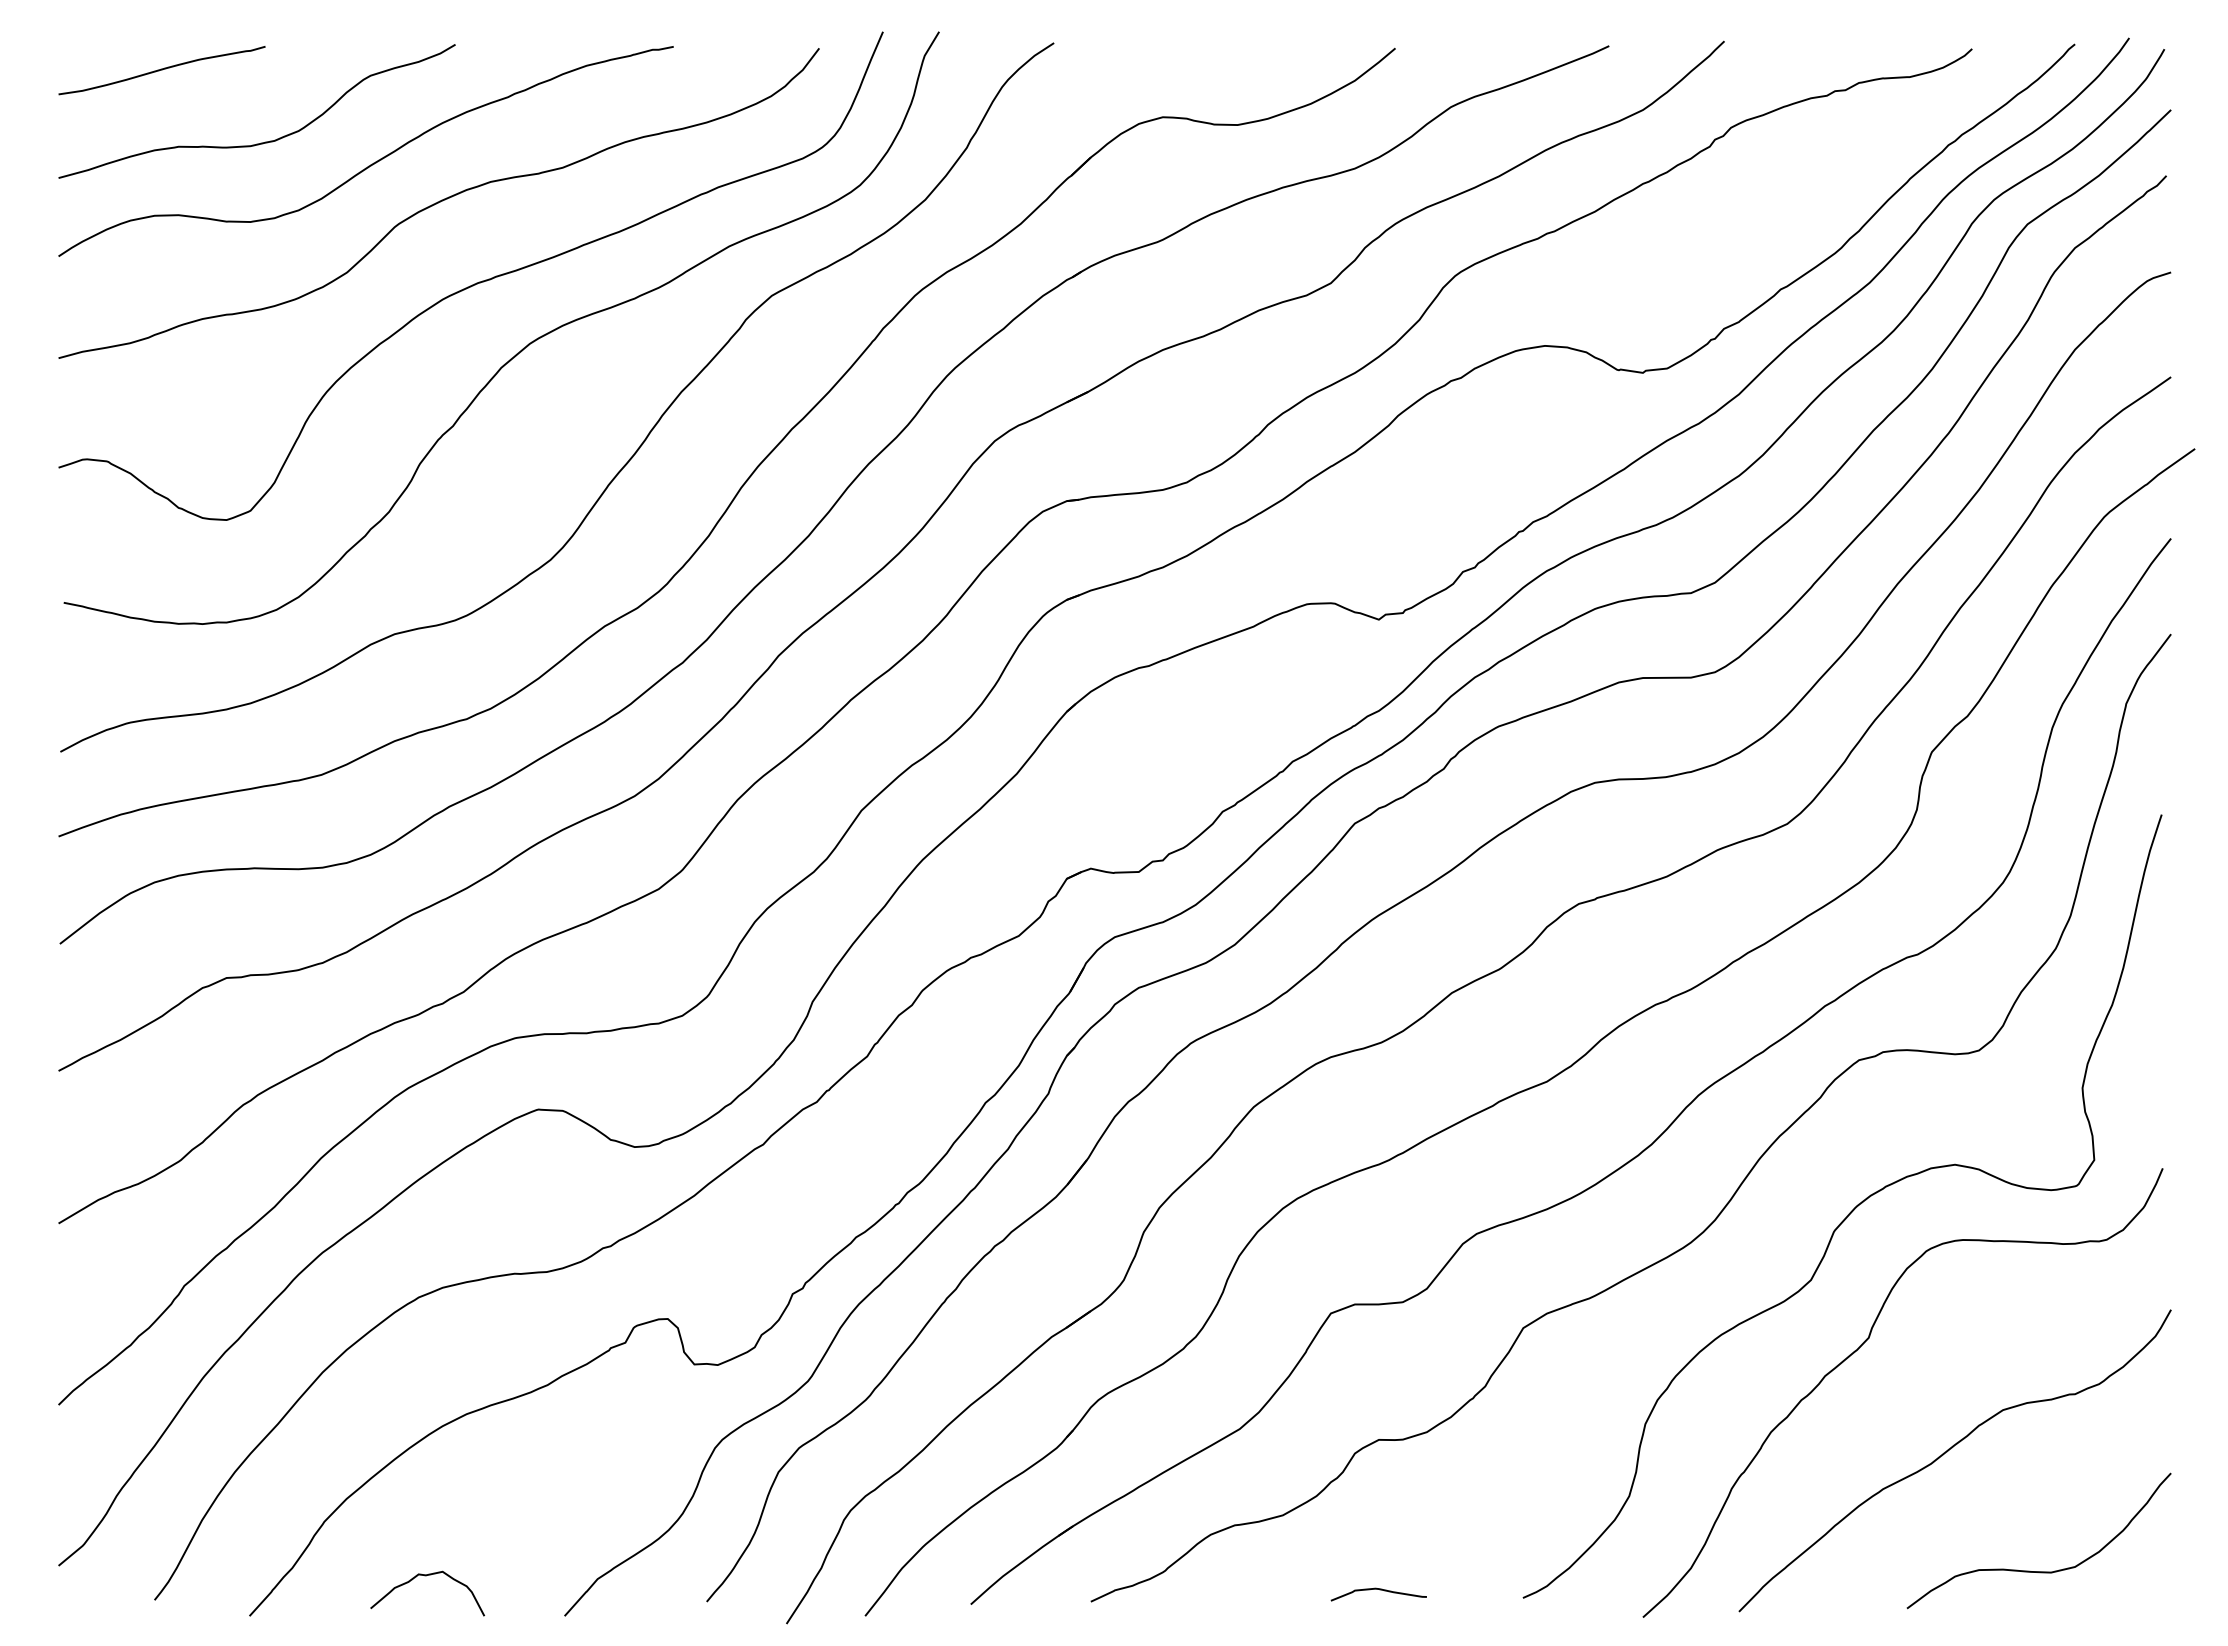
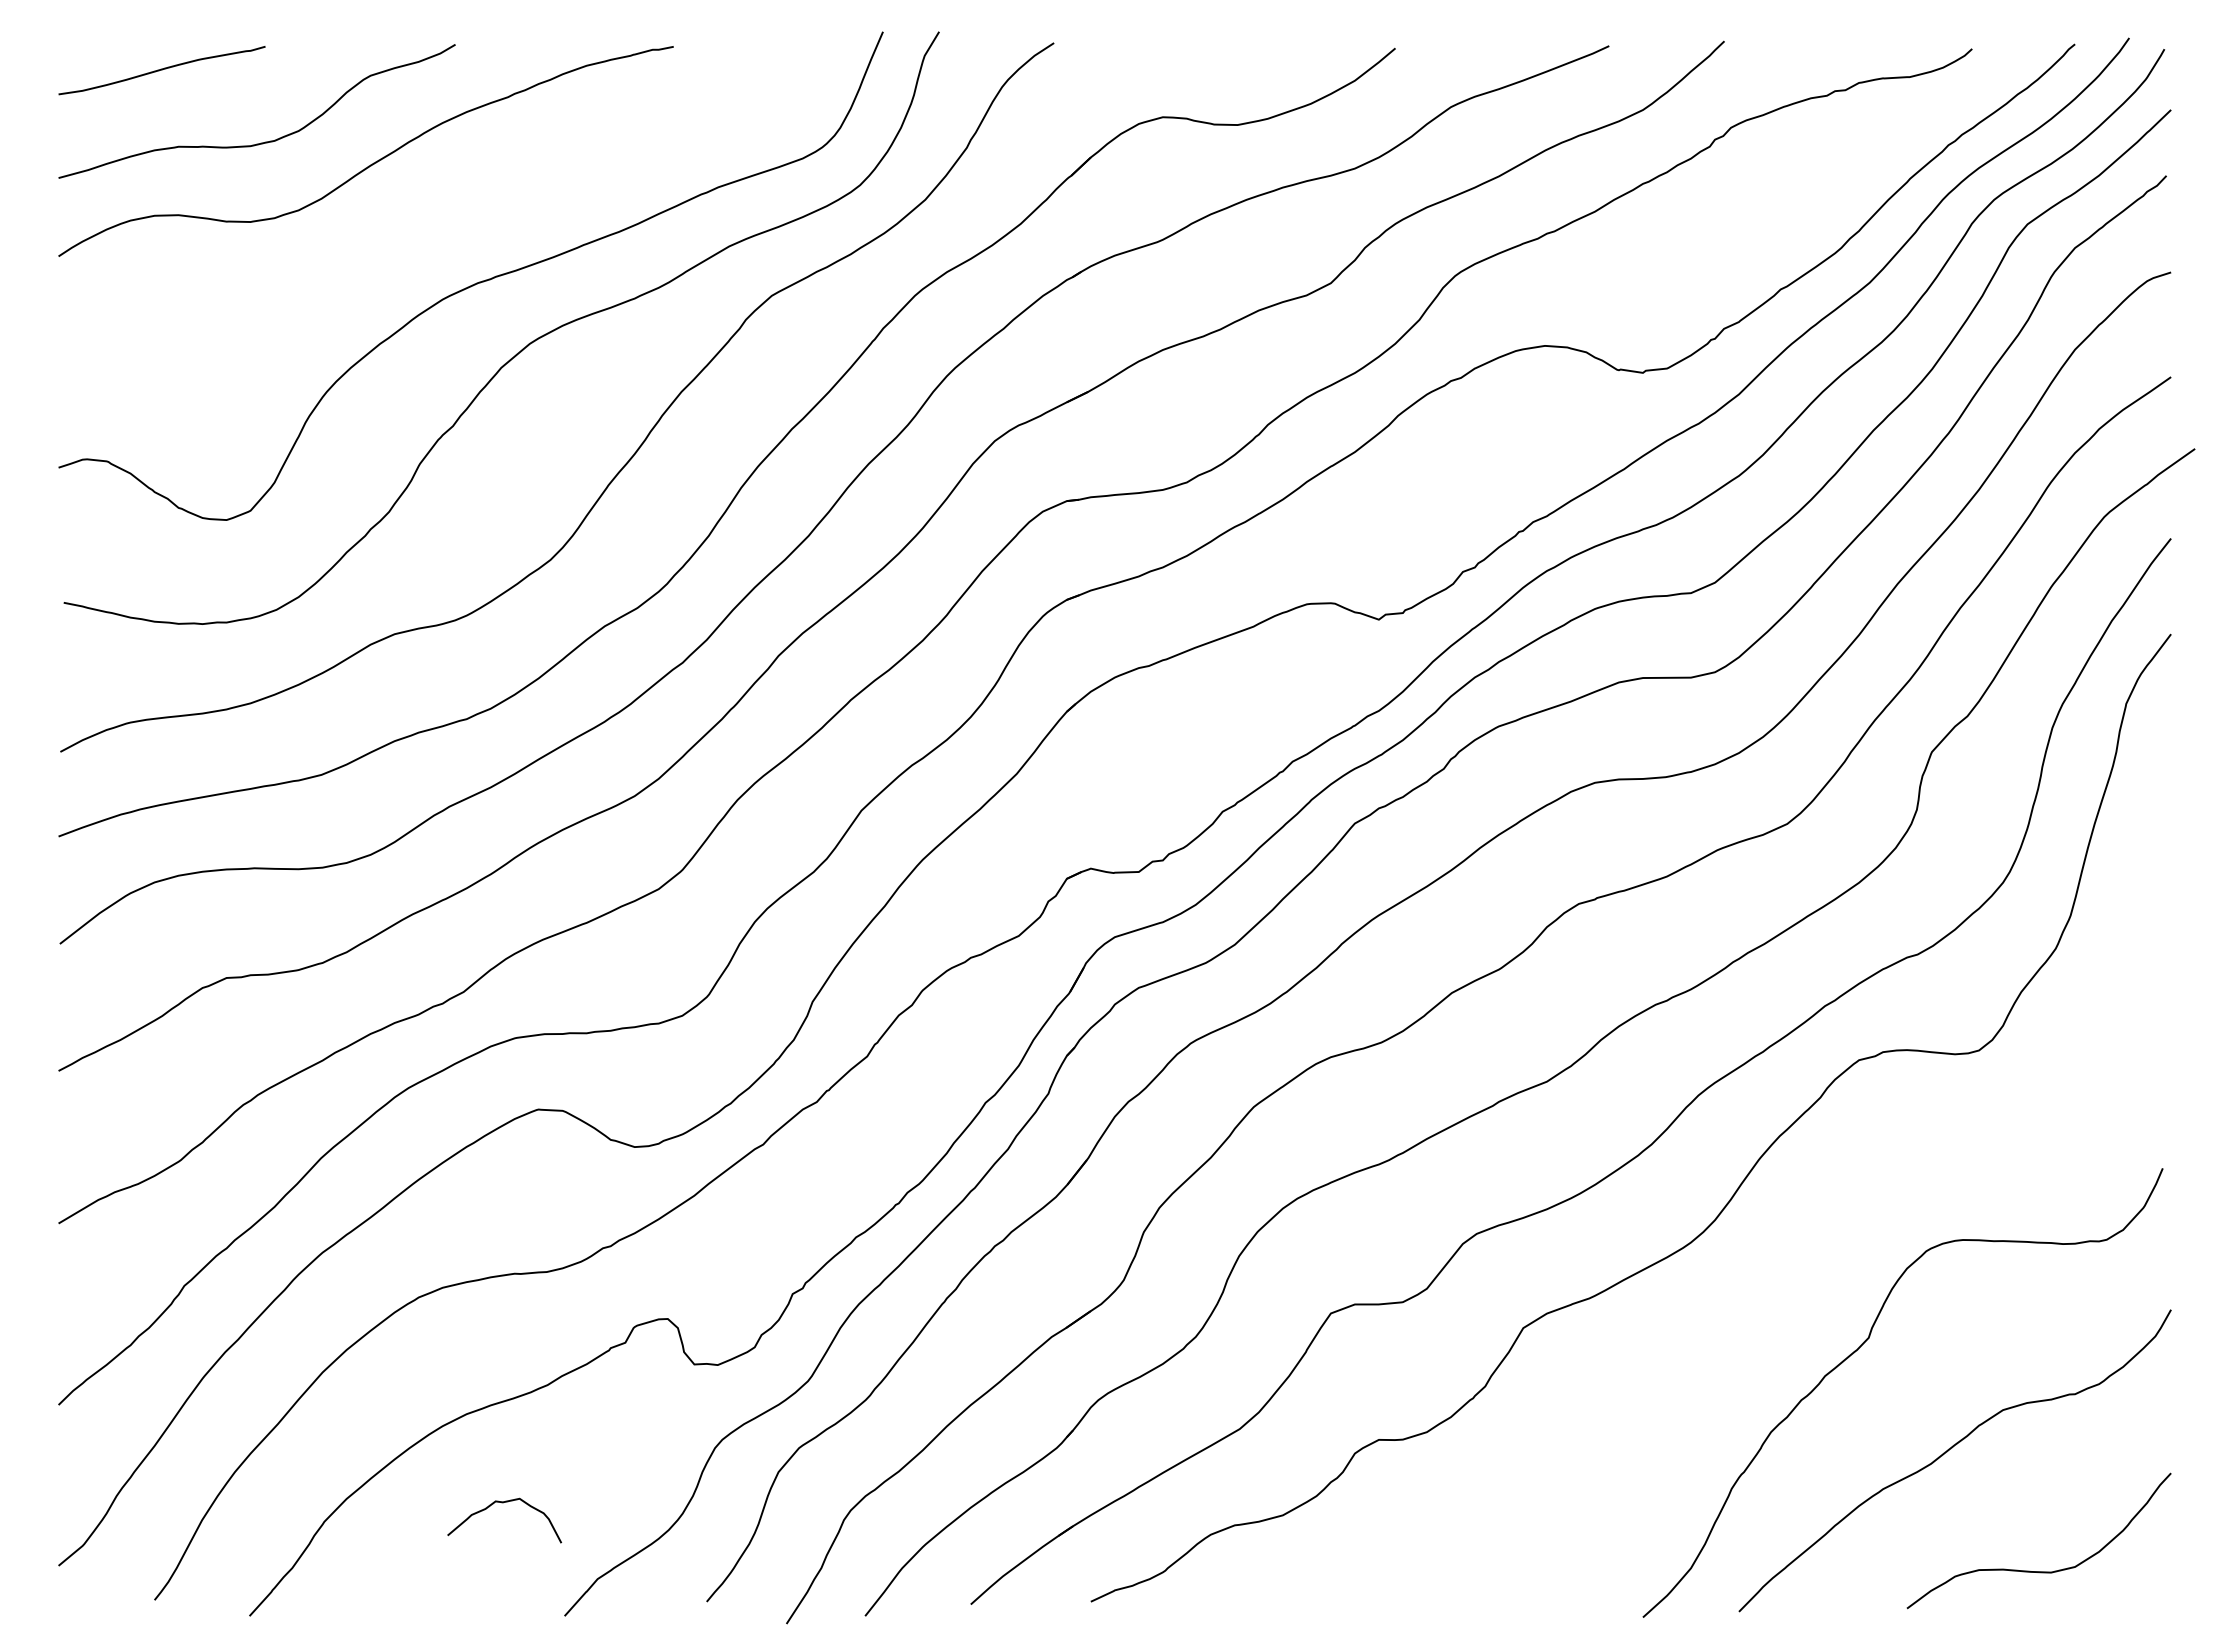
curve at (438, 203): present -> none
curve at (1849, 1212): present -> none
curve at (426, 1576) position: (426, 1576) -> (503, 1503)
curve at (1379, 1590): present -> none
